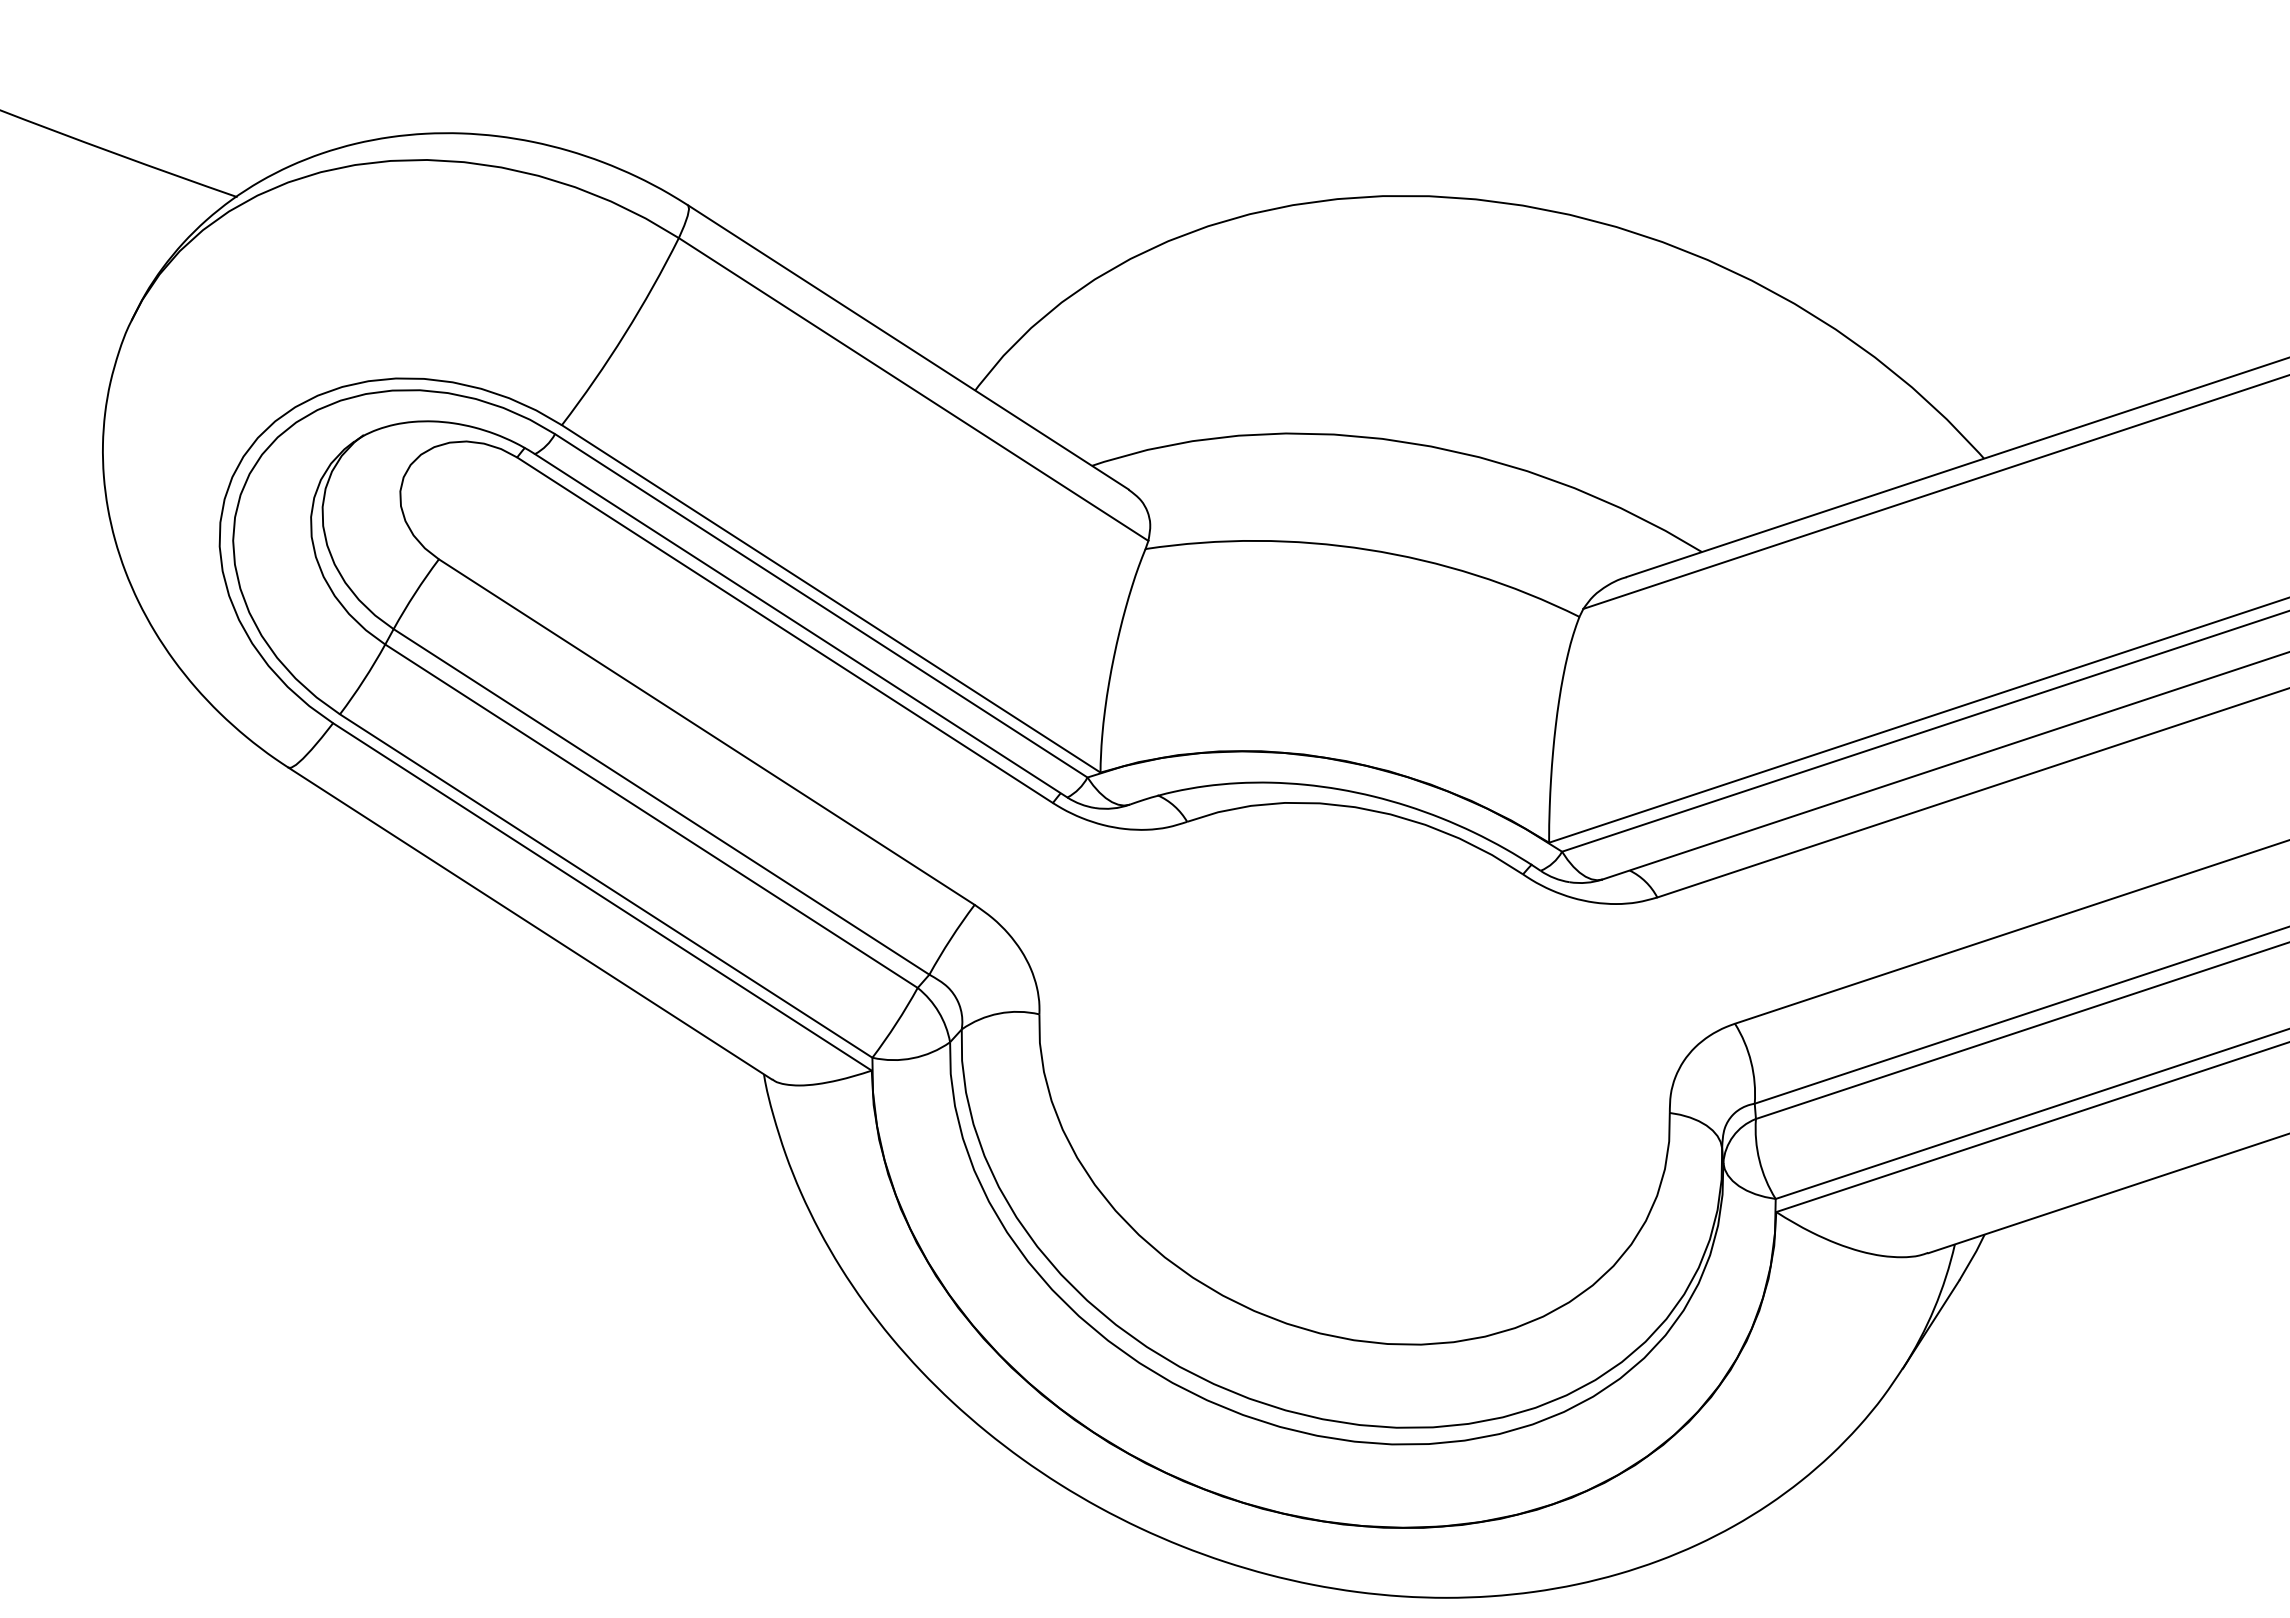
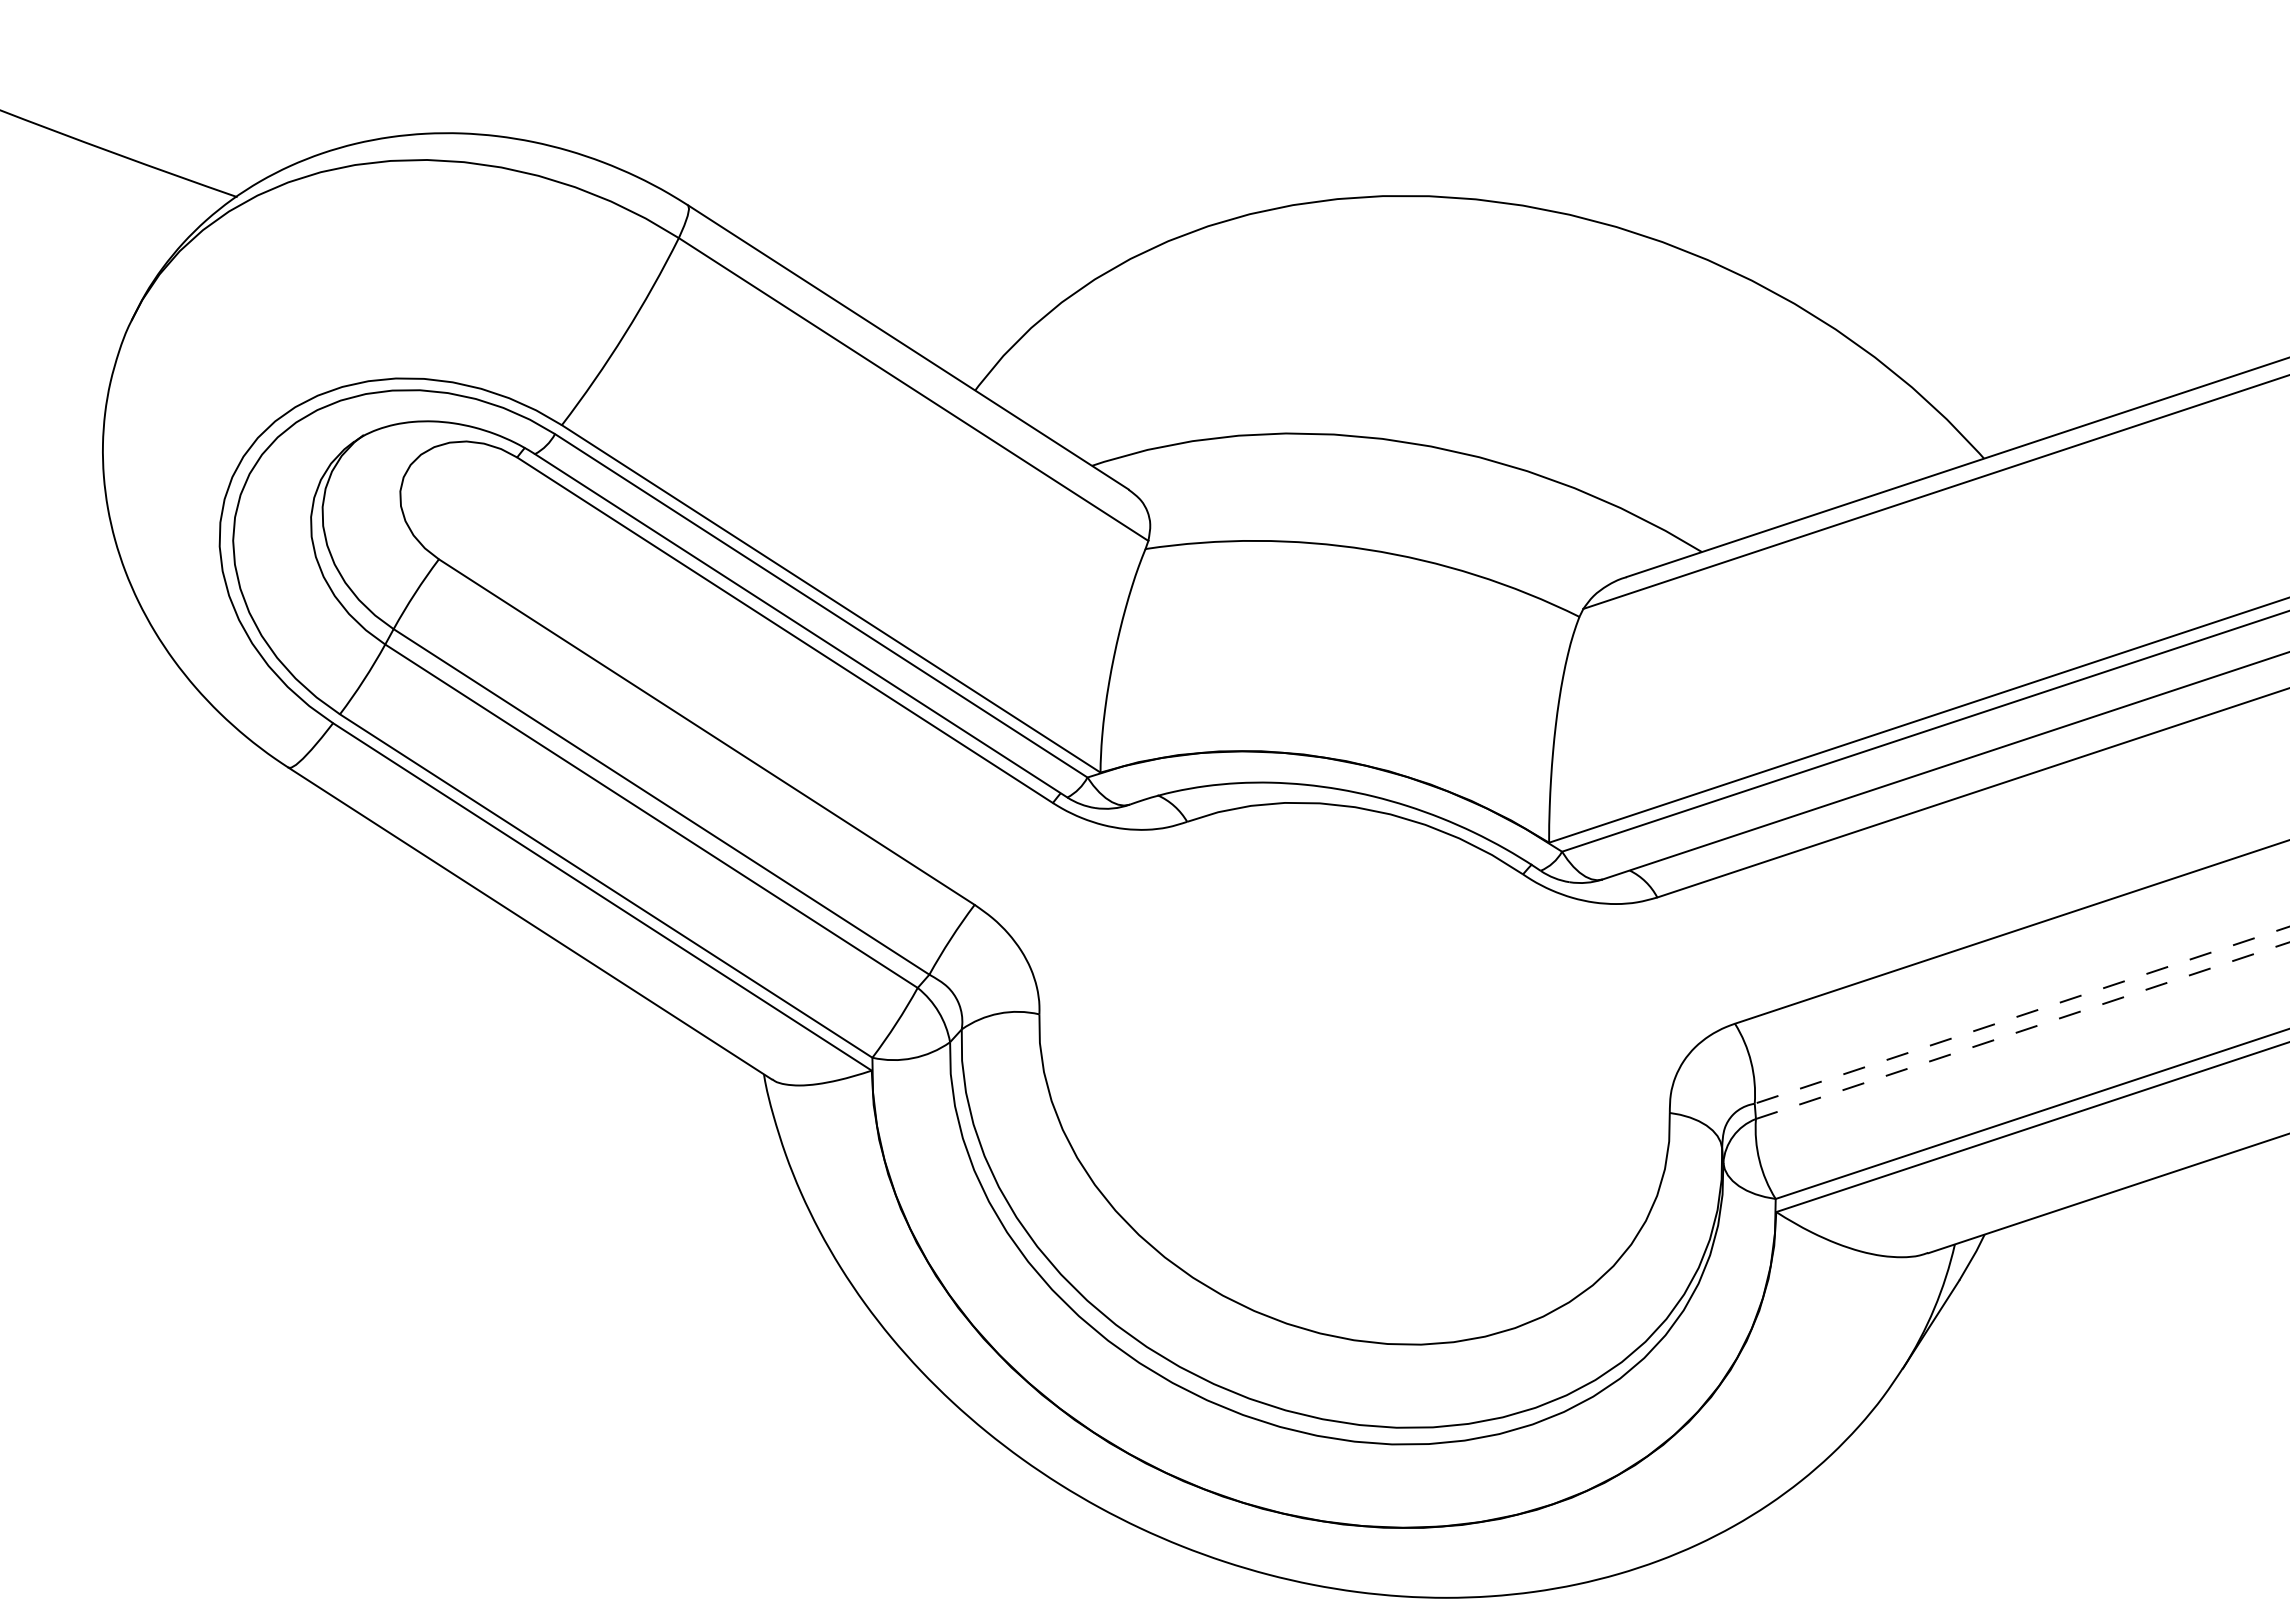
line at (2022, 1015): solid -> dashed
line at (2022, 1030): solid -> dashed
